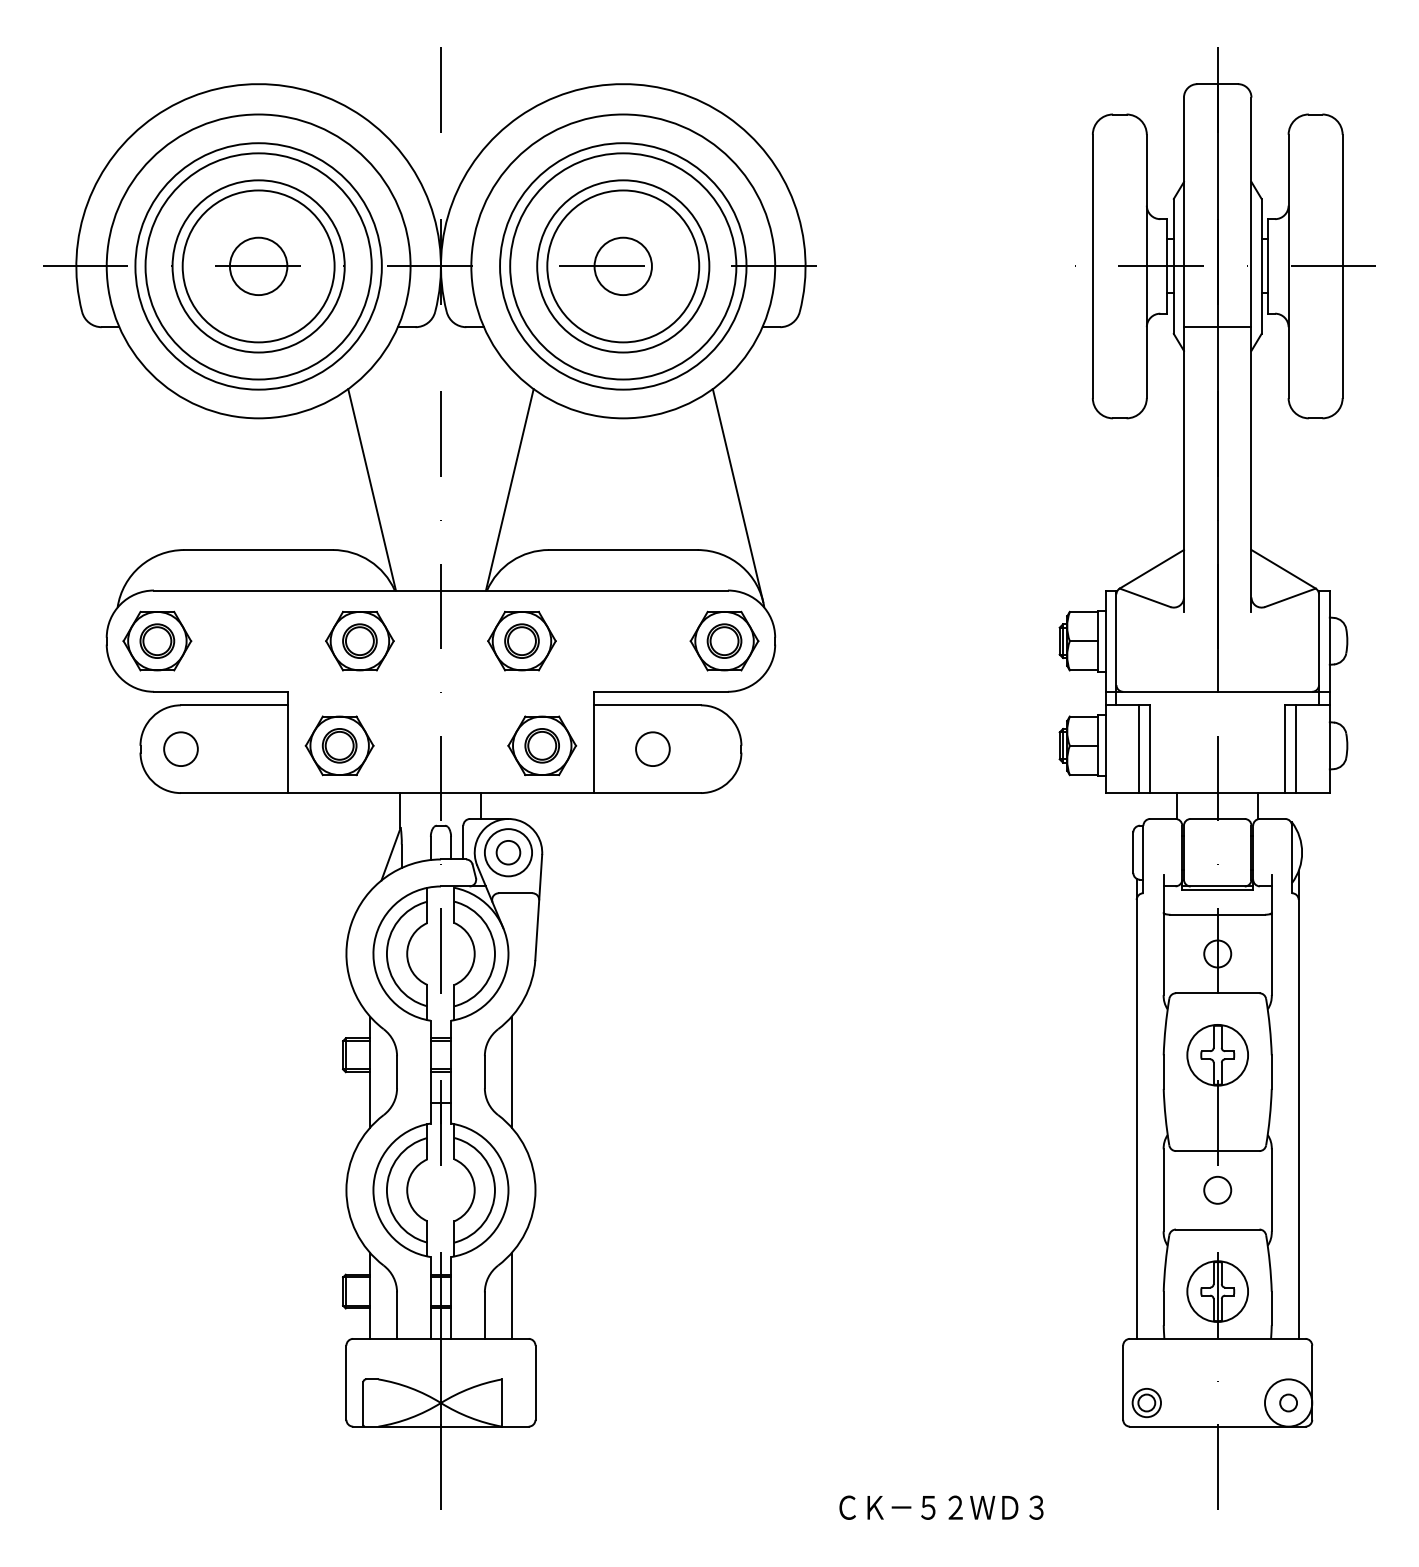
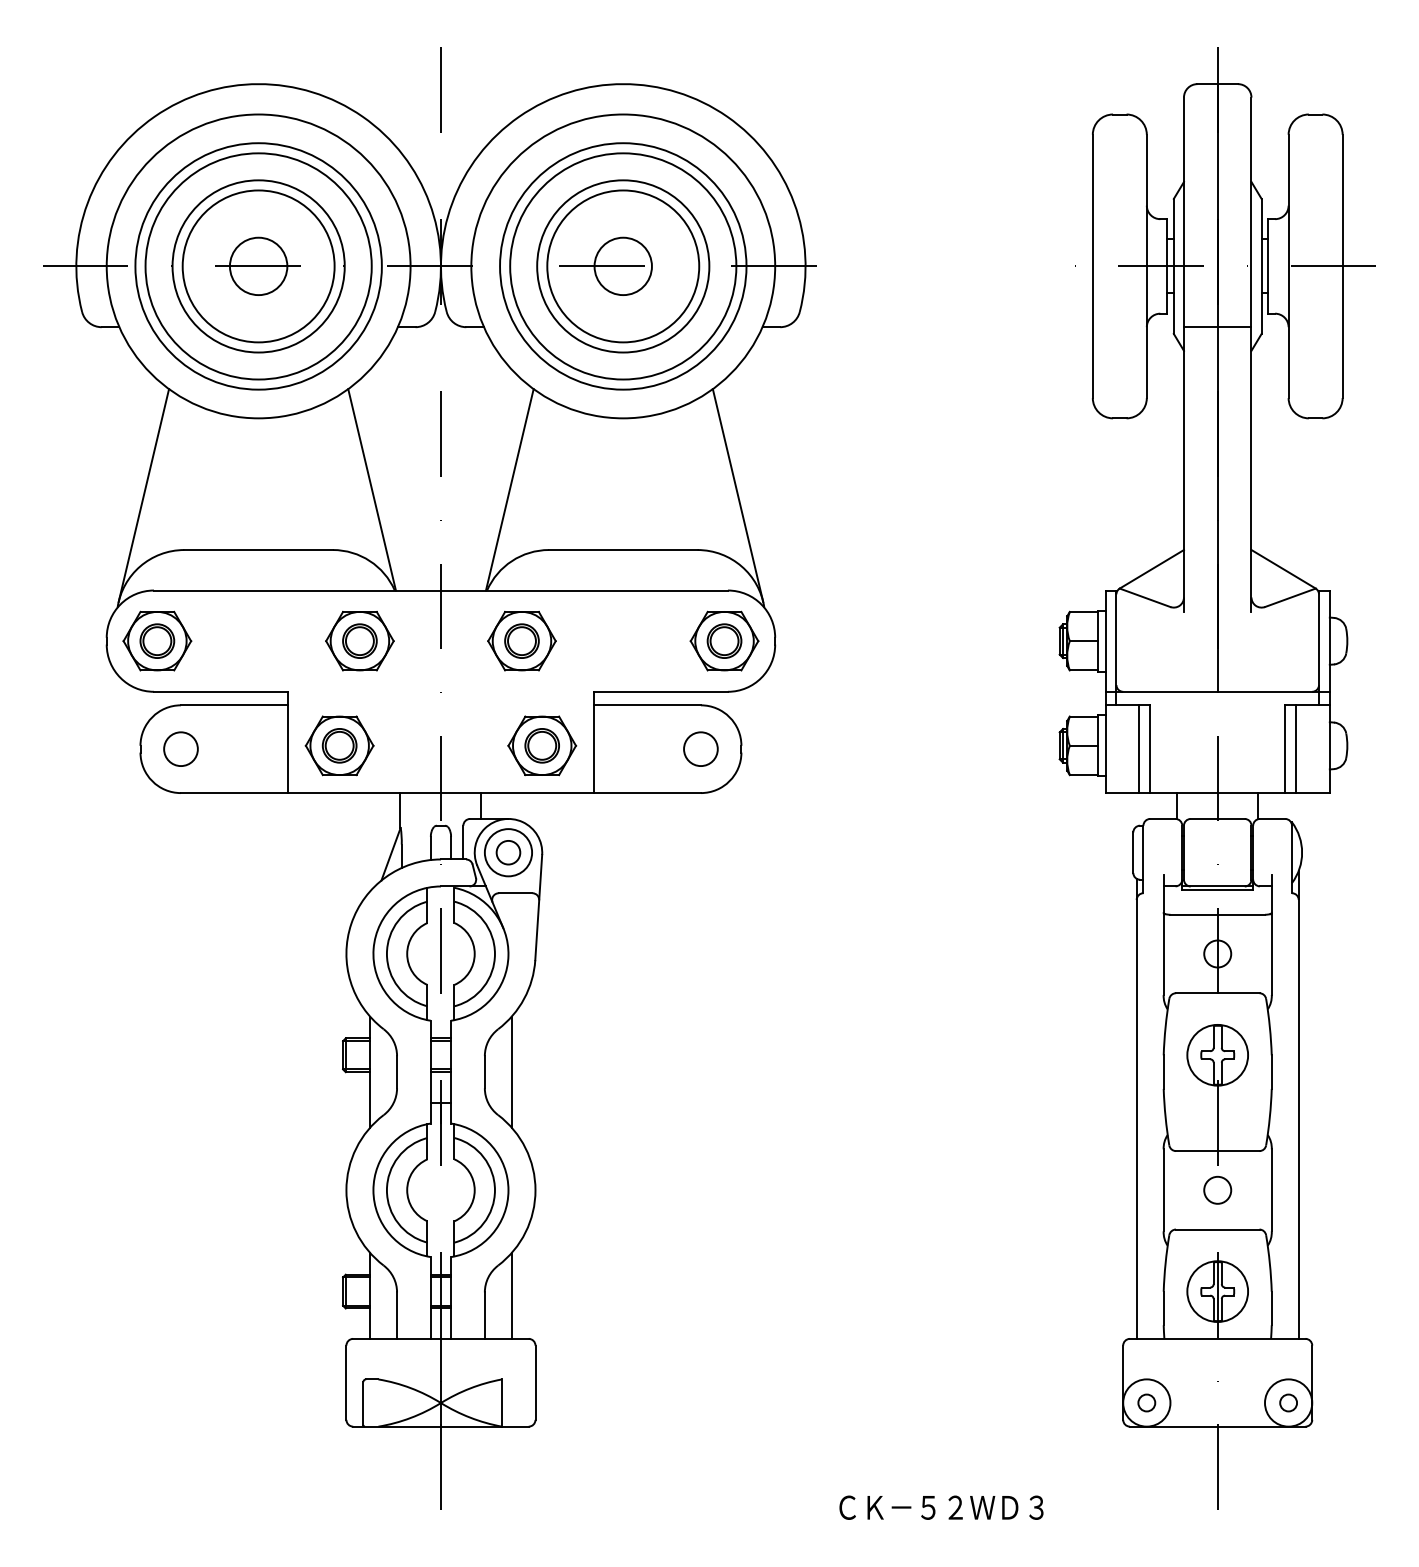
line at (143, 495): none -> present
circle at (652, 748) position: (652, 748) -> (700, 748)
circle at (1146, 1402) diameter: 28 px -> 47 px
